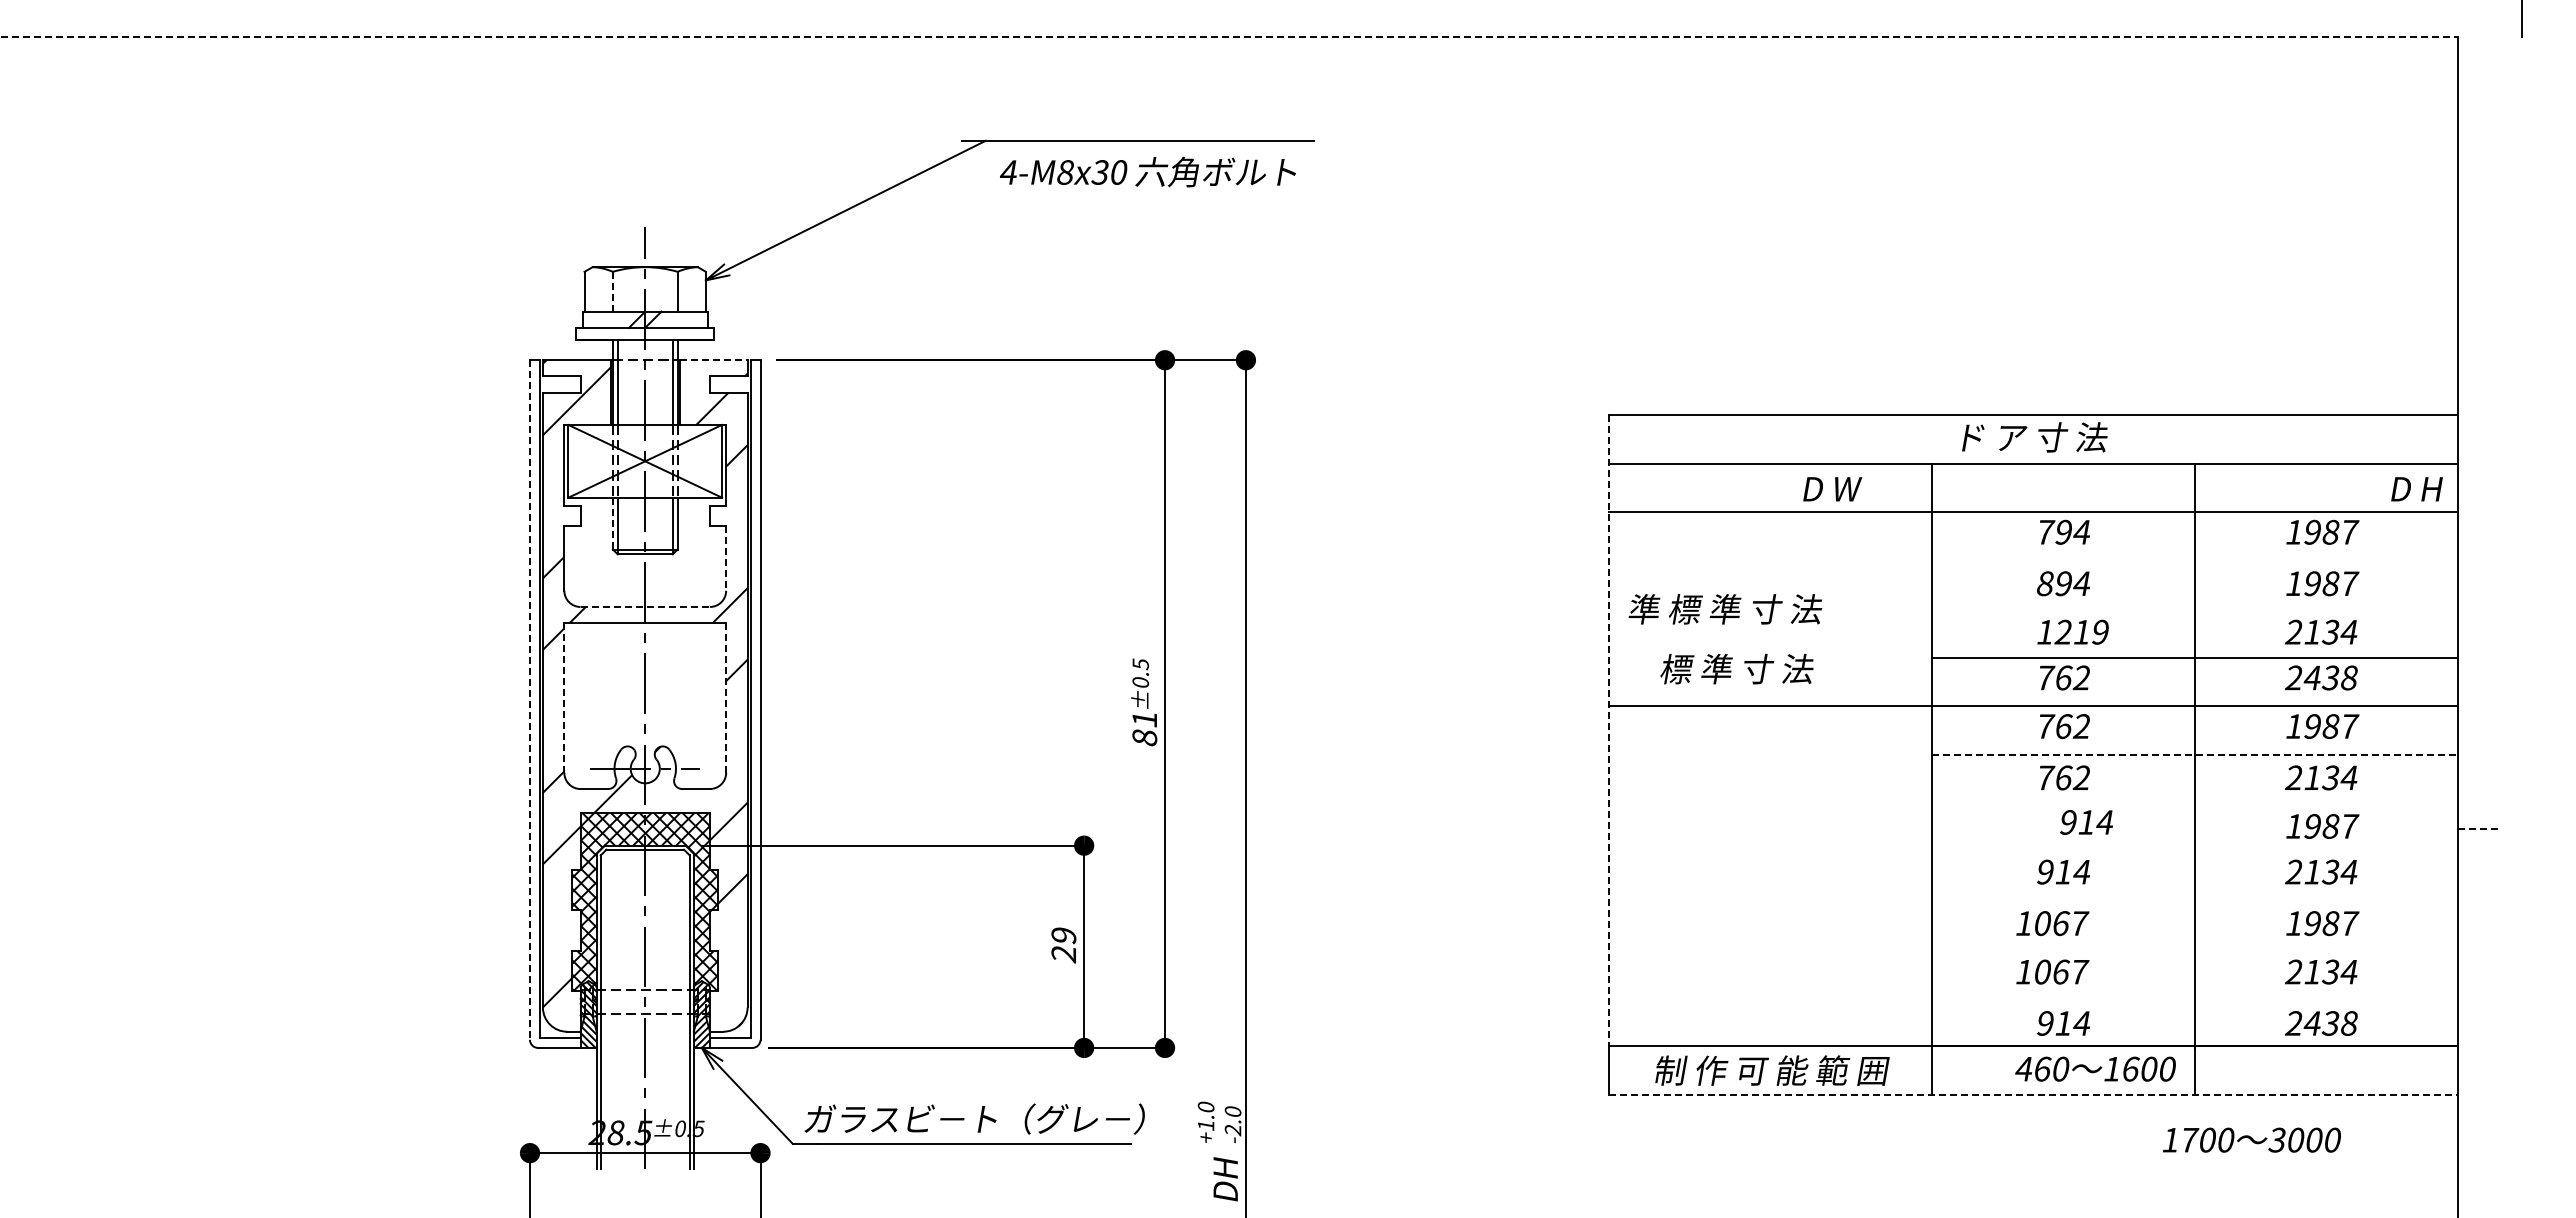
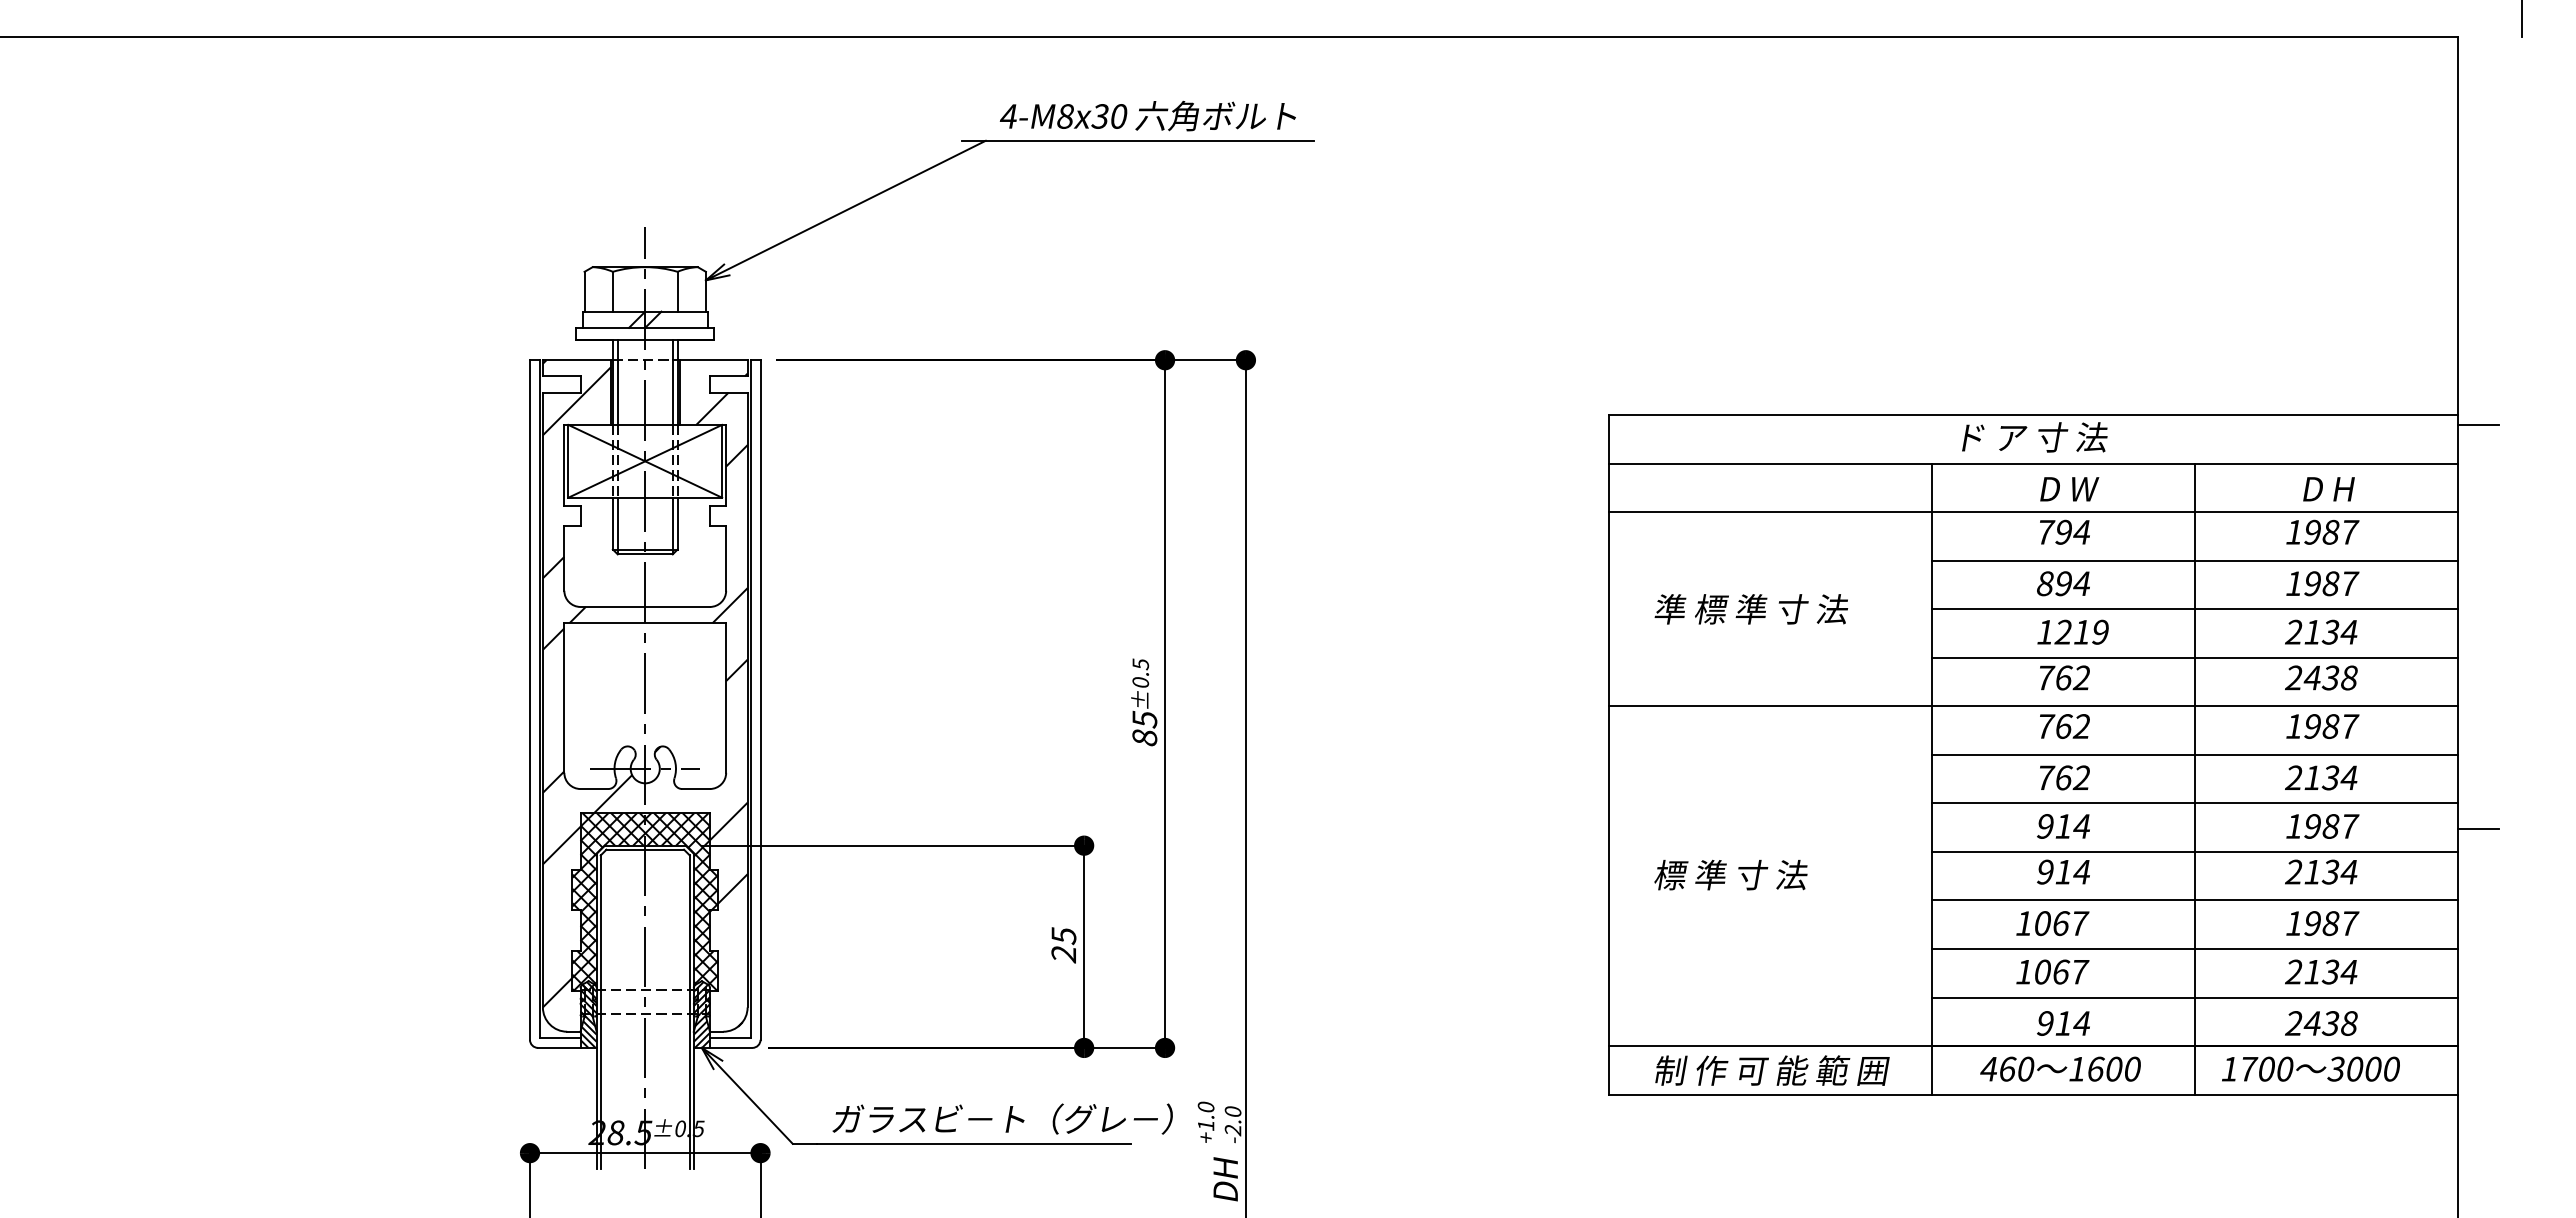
line at (1229, 36): dashed -> solid
text at (1147, 171) position: (1147, 171) -> (1147, 115)
line at (612, 291): dashed -> solid
line at (713, 360): dashed -> solid
line at (2478, 424): none -> present
text at (1832, 489) position: (1832, 489) -> (2069, 489)
text at (2416, 489) position: (2416, 489) -> (2328, 489)
line at (612, 523): dashed -> solid
line at (726, 558): dashed -> solid
line at (2195, 560): none -> present
line at (645, 606): dashed -> solid
text at (1725, 609) position: (1725, 609) -> (1751, 609)
line at (2195, 609): none -> present
text at (1736, 668) position: (1736, 668) -> (1730, 874)
line at (564, 697): dashed -> solid
line at (726, 697): dashed -> solid
line at (529, 700): dashed -> solid
text at (1144, 719): 81 -> 85
line at (1608, 730): dashed -> solid
line at (2195, 754): dashed -> solid
line at (2195, 803): none -> present
text at (2086, 822) position: (2086, 822) -> (2063, 826)
line at (2478, 829): dashed -> solid
line at (2195, 851): none -> present
line at (2195, 900): none -> present
text at (1063, 936): 29 -> 25
line at (2195, 949): none -> present
line at (2195, 997): none -> present
text at (2095, 1068) position: (2095, 1068) -> (2060, 1068)
line at (2033, 1094): dashed -> solid
text at (974, 1118) position: (974, 1118) -> (1002, 1118)
text at (2251, 1139) position: (2251, 1139) -> (2310, 1068)
